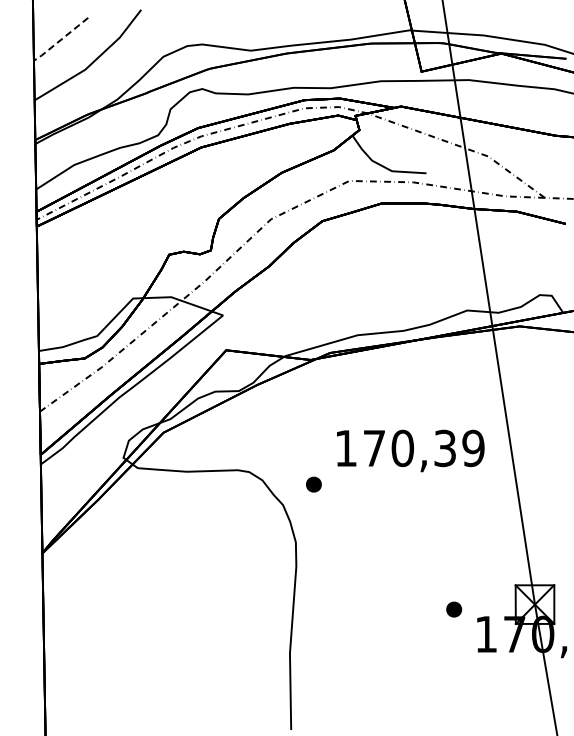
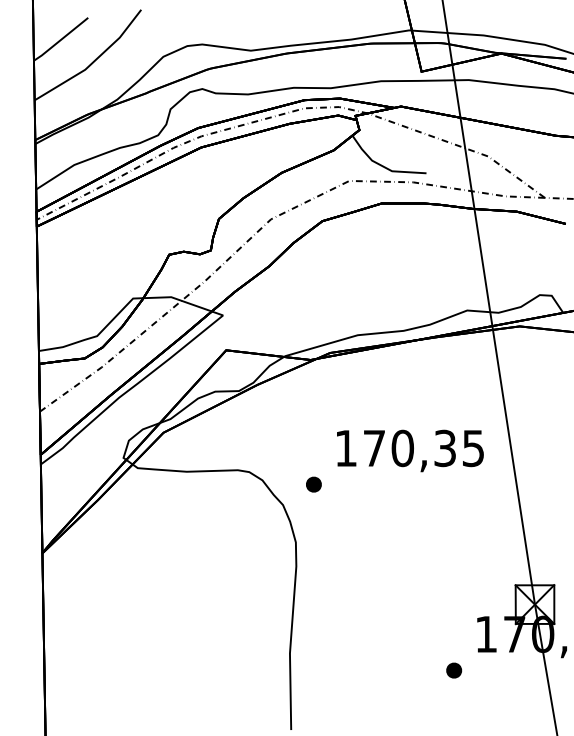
line at (60, 40): dashed -> solid
text at (473, 447): 170,39 -> 170,35
part at (454, 609) position: (454, 609) -> (454, 670)
